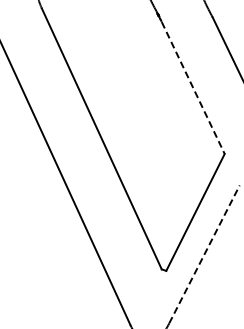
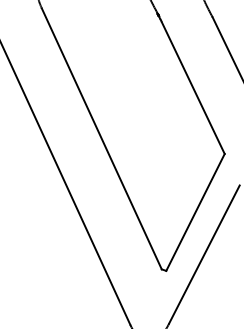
line at (193, 88): dashed -> solid
line at (204, 253): dashed -> solid
